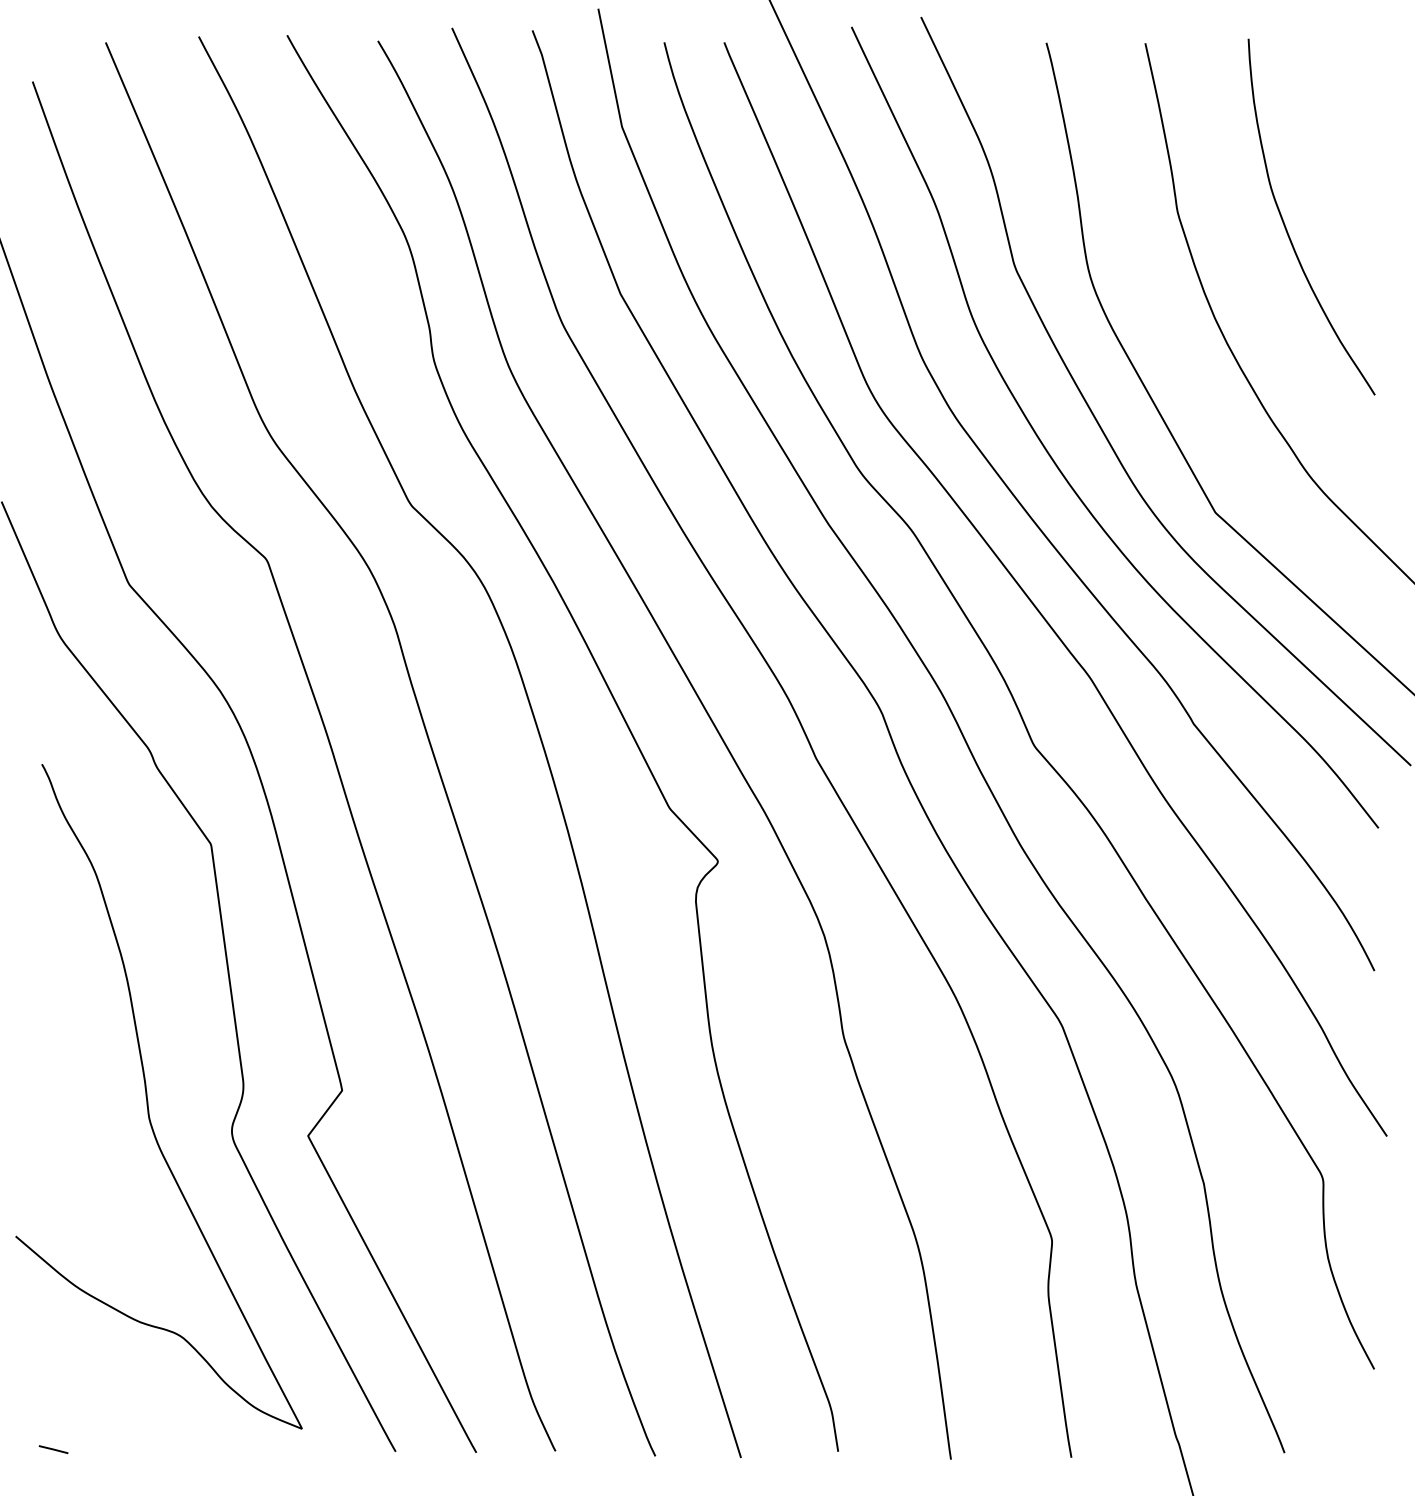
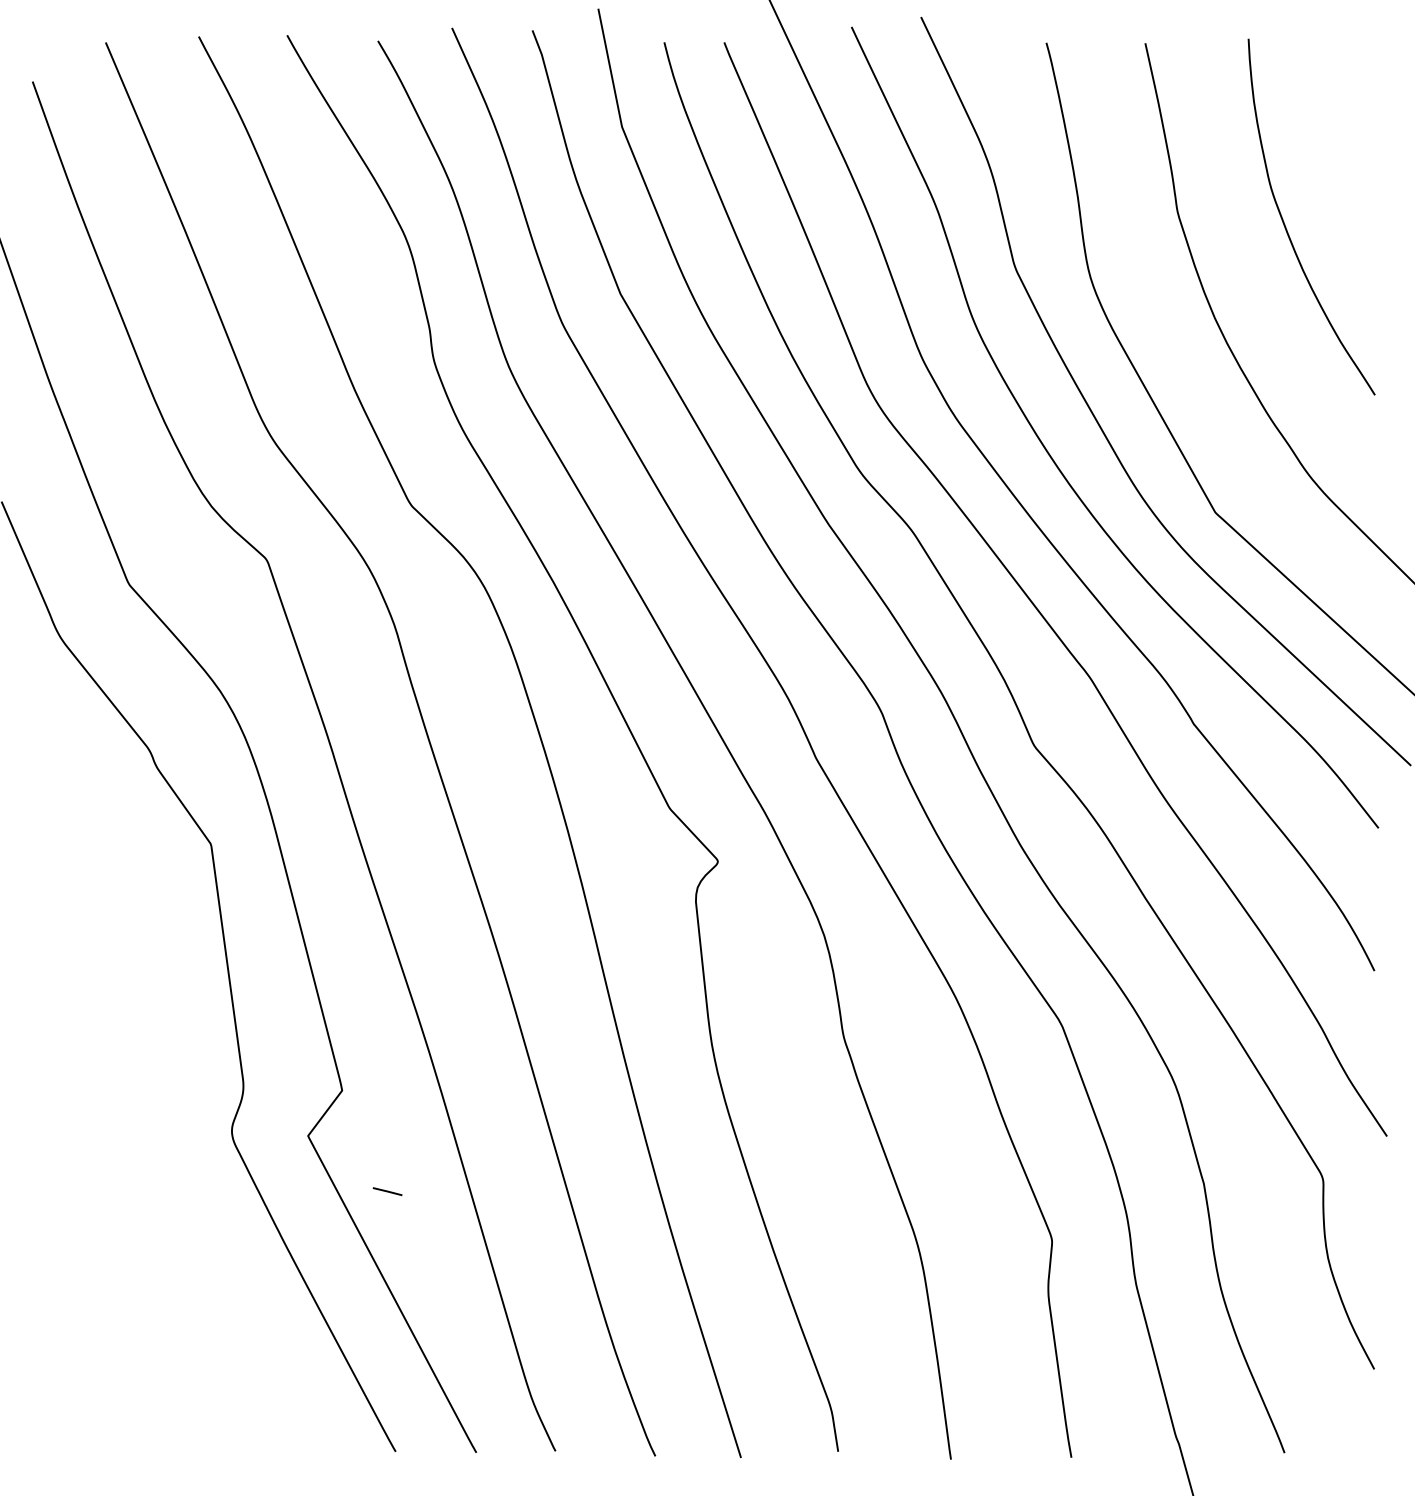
curve at (148, 1100): present -> none
line at (53, 1449) position: (53, 1449) -> (387, 1191)
